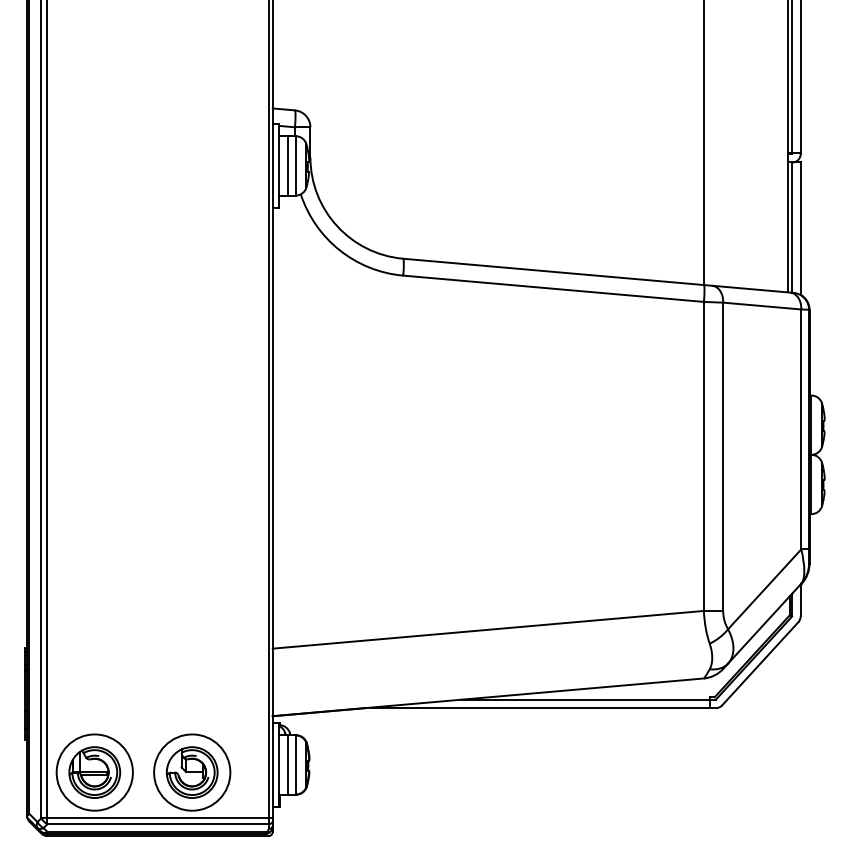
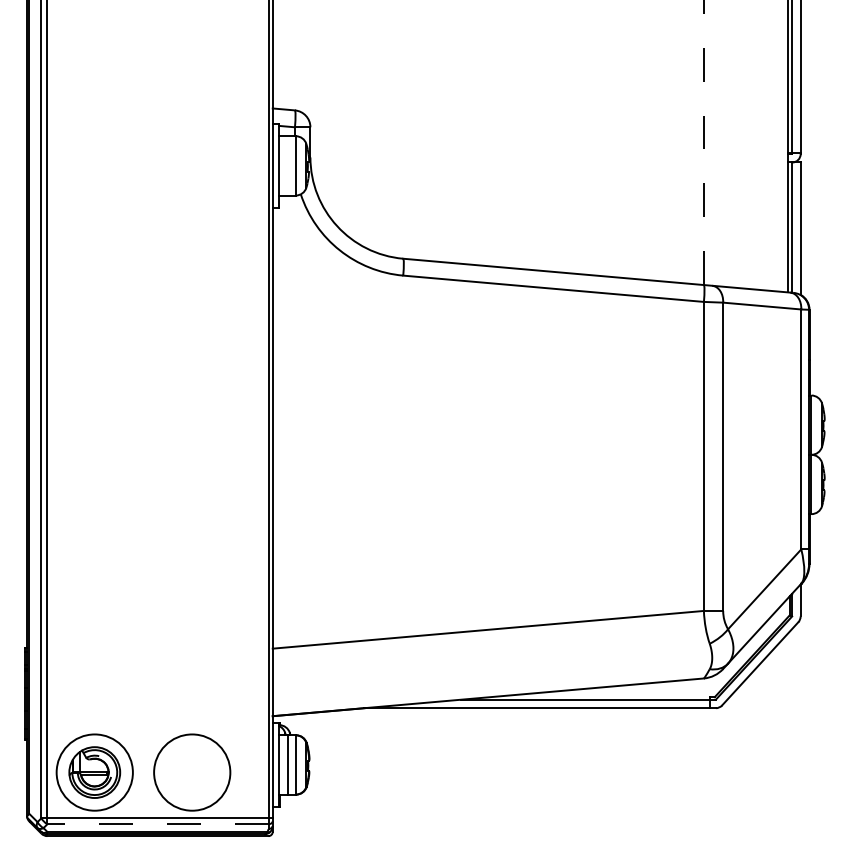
line at (703, 141): solid -> dashed
line at (287, 165): present -> none
part at (191, 772): present -> none
line at (157, 824): solid -> dashed
